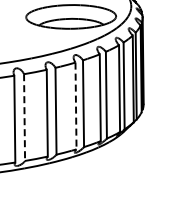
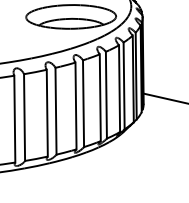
line at (164, 98): none -> present
line at (76, 106): dashed -> solid
line at (24, 118): dashed -> solid
